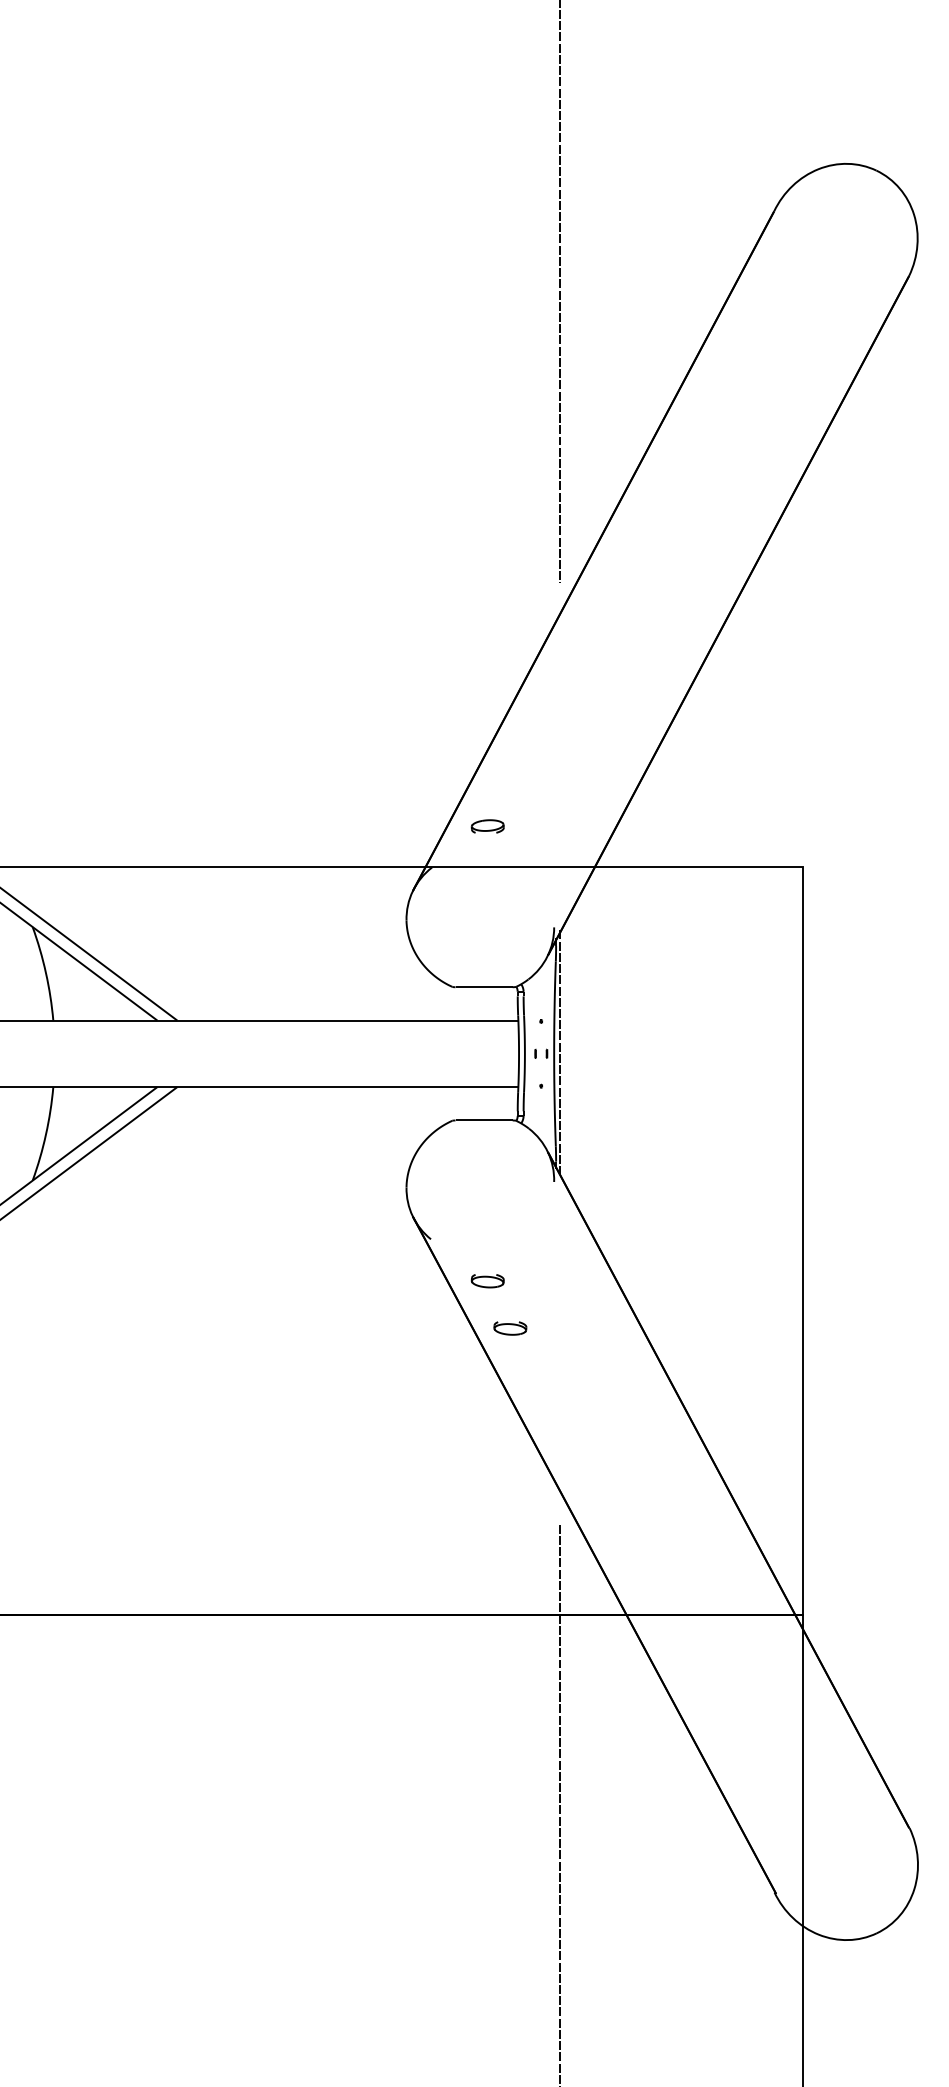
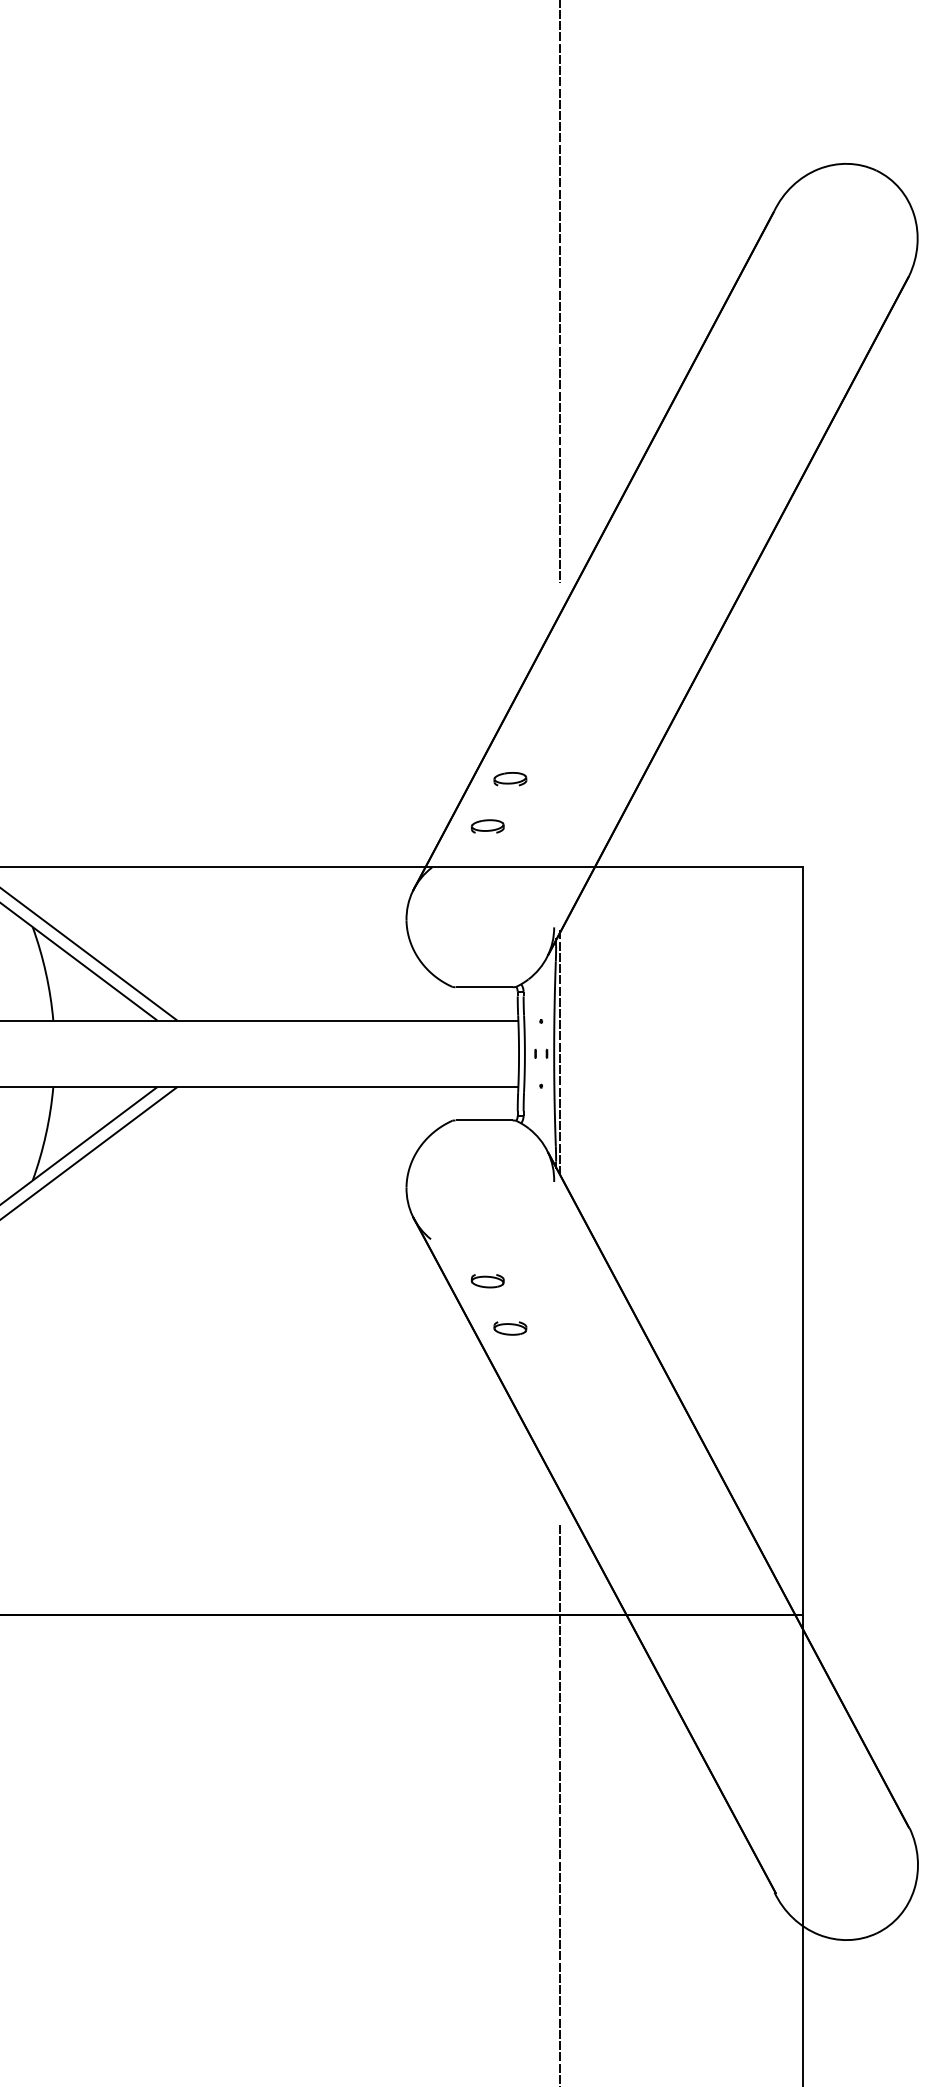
part at (510, 779): none -> present
